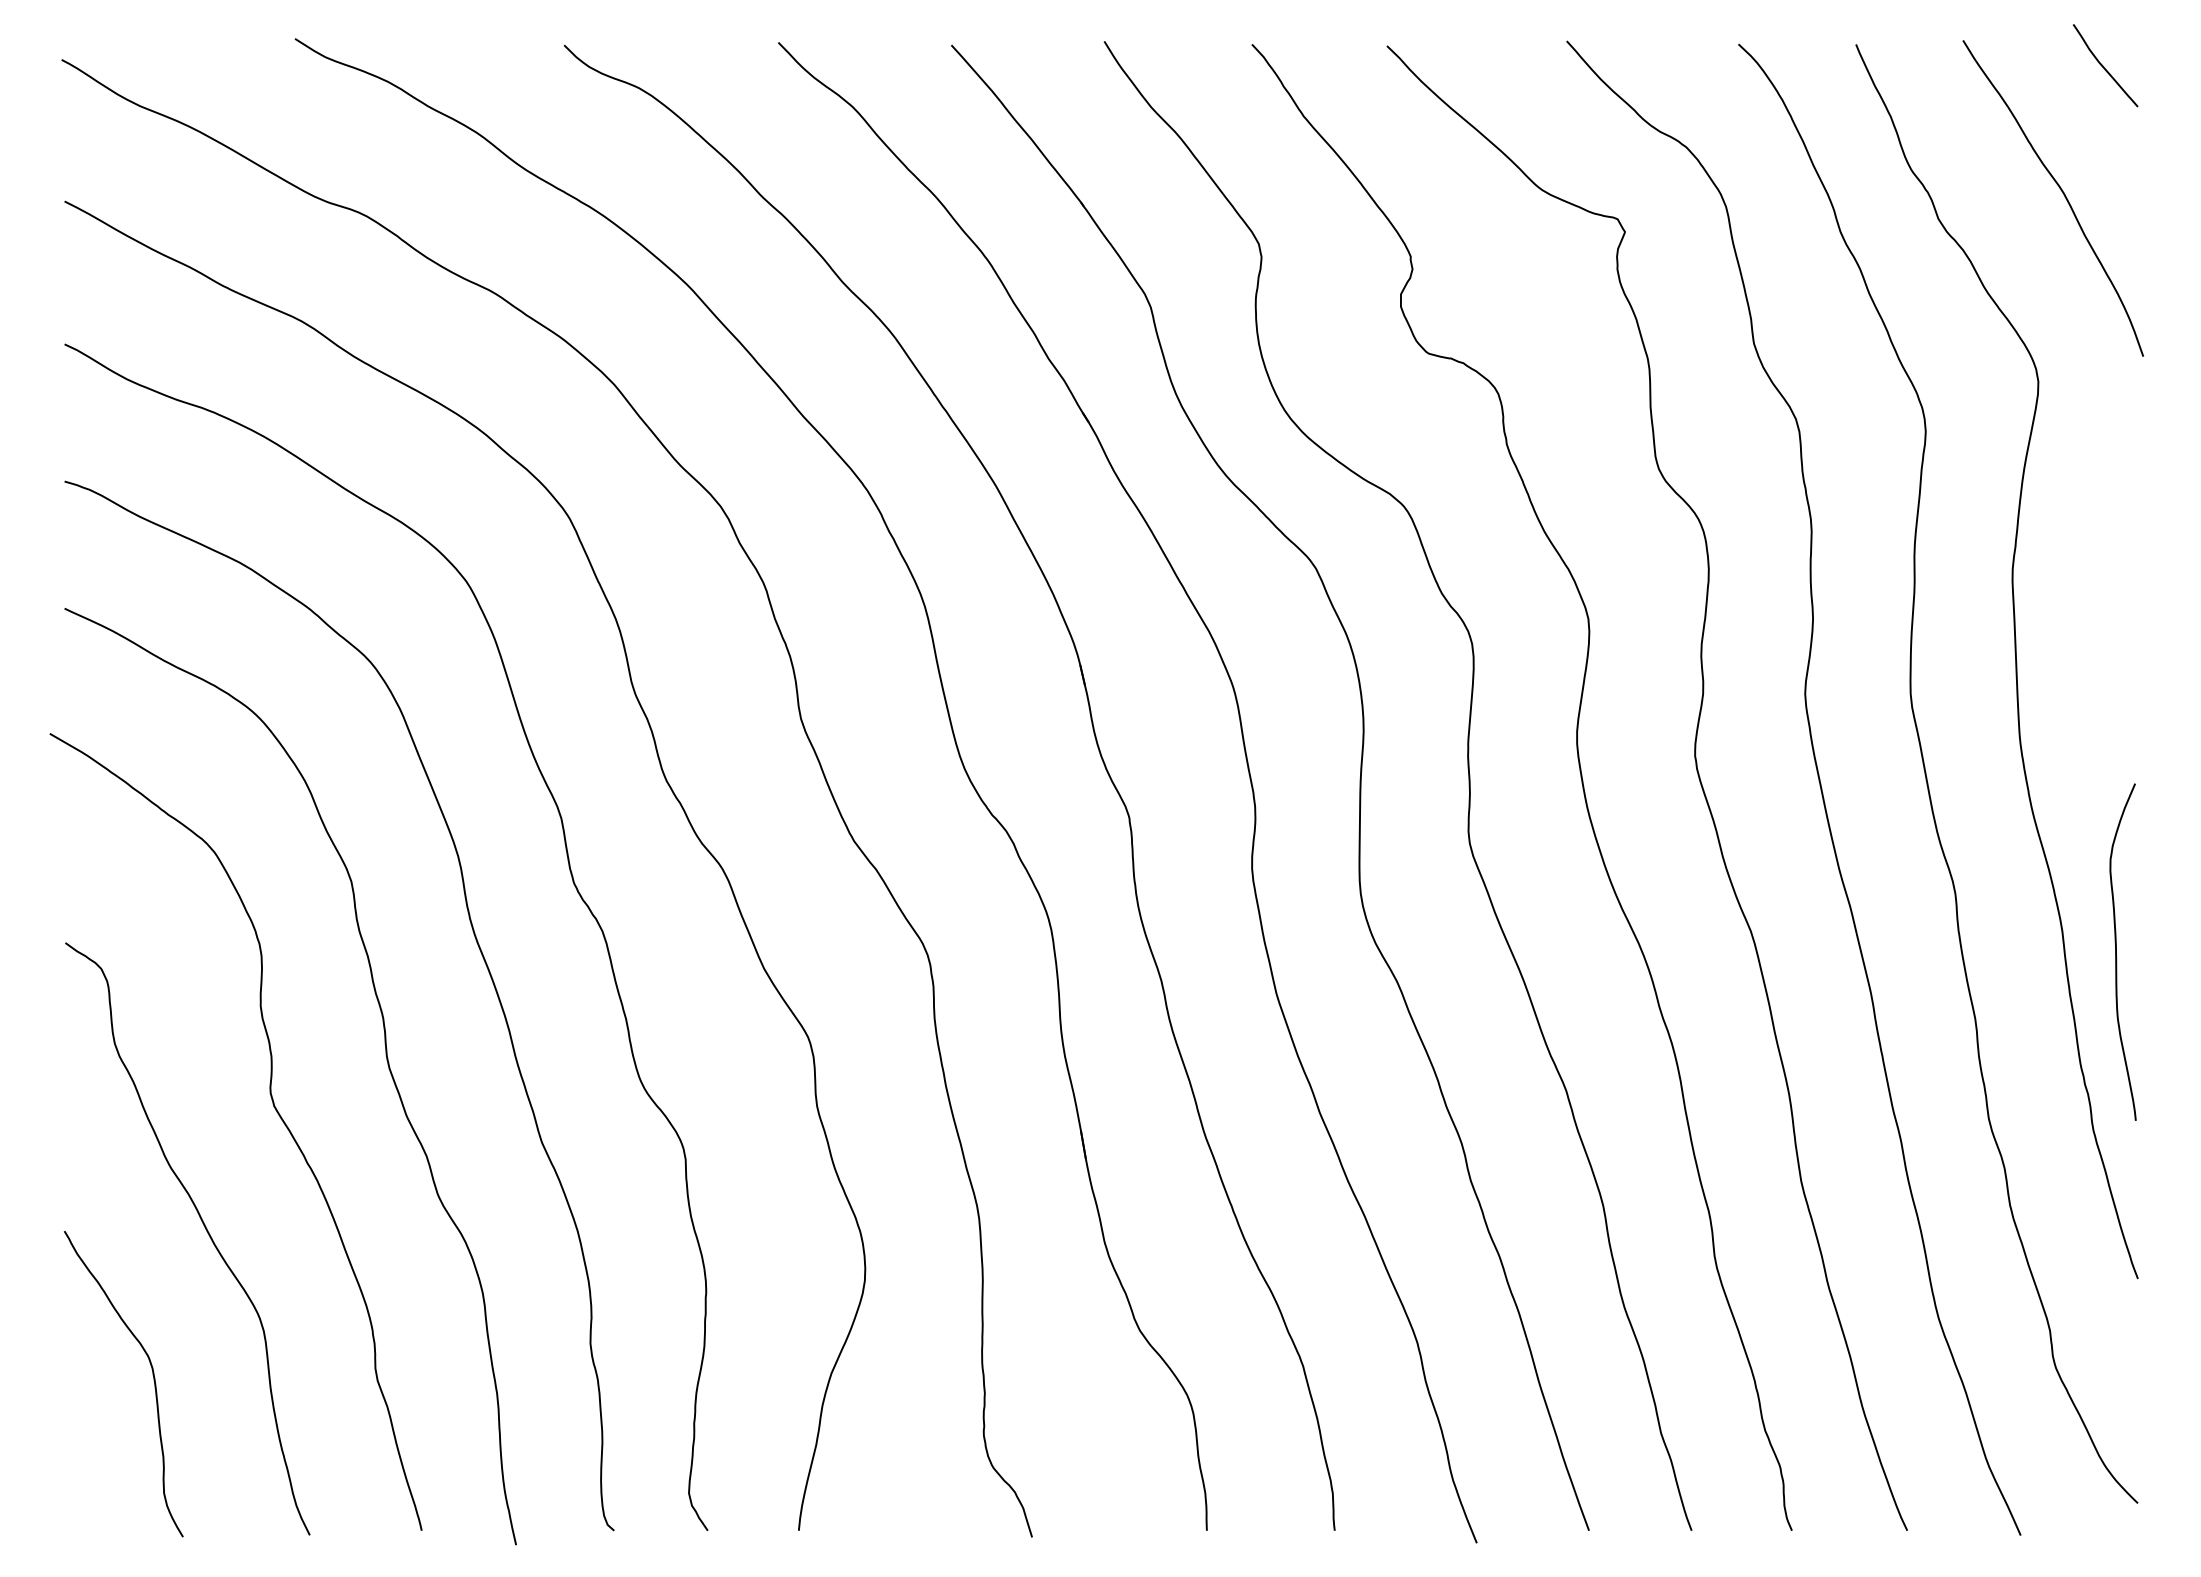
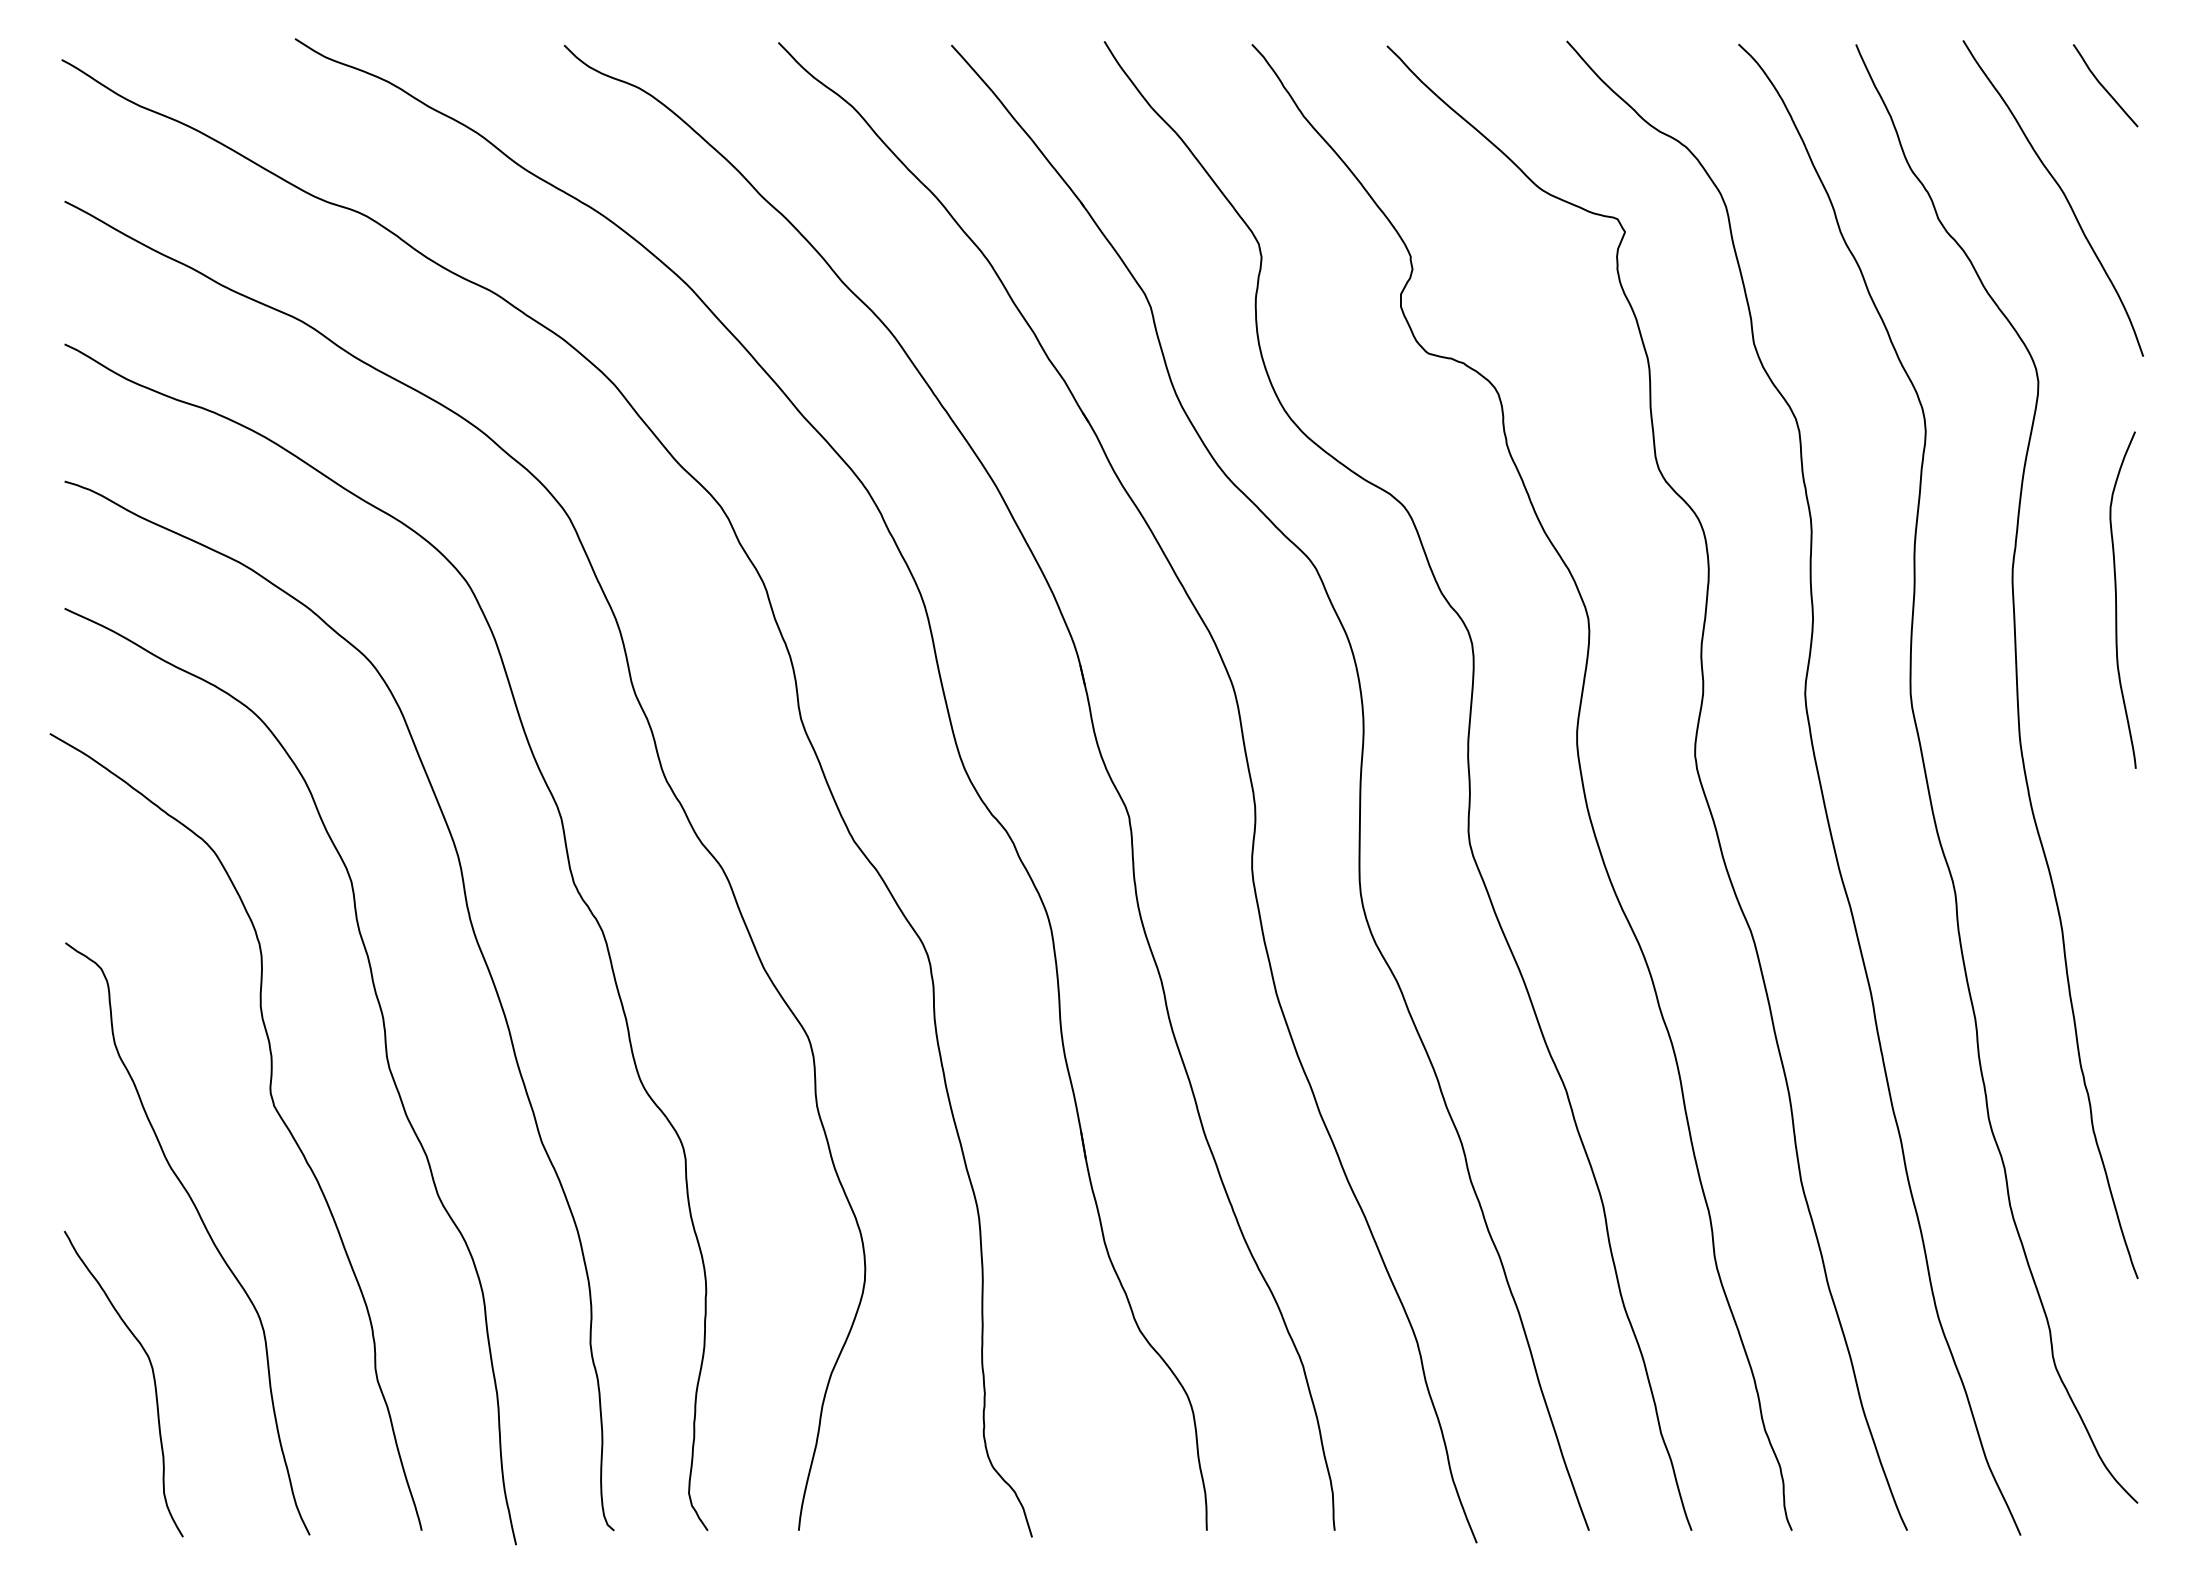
curve at (2104, 66) position: (2104, 66) -> (2104, 86)
curve at (2116, 951) position: (2116, 951) -> (2116, 599)
